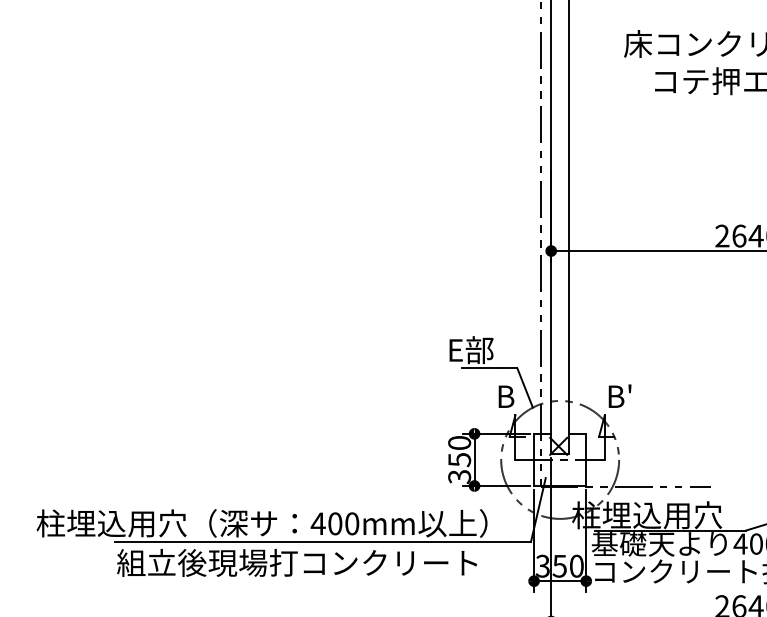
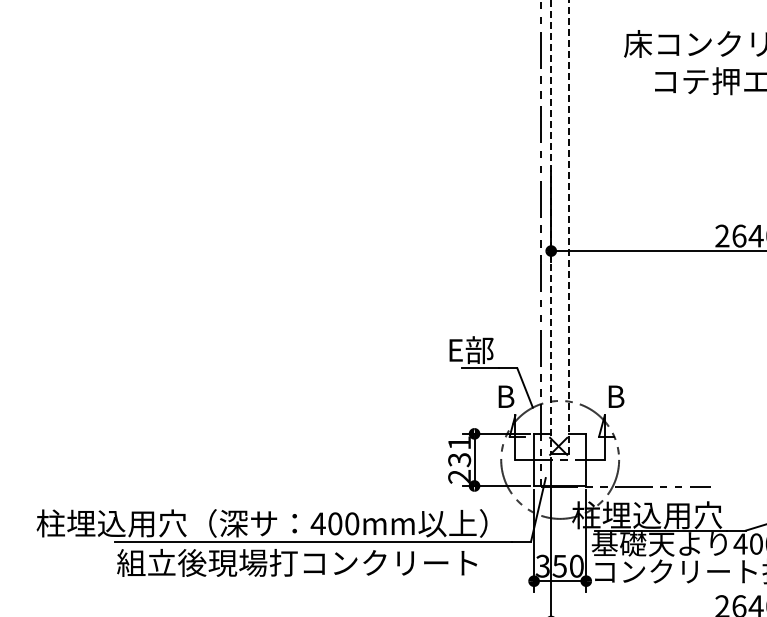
line at (569, 226): solid -> dashed
line at (551, 227): solid -> dashed
text at (629, 388): B' -> B
text at (459, 460): 350 -> 231
